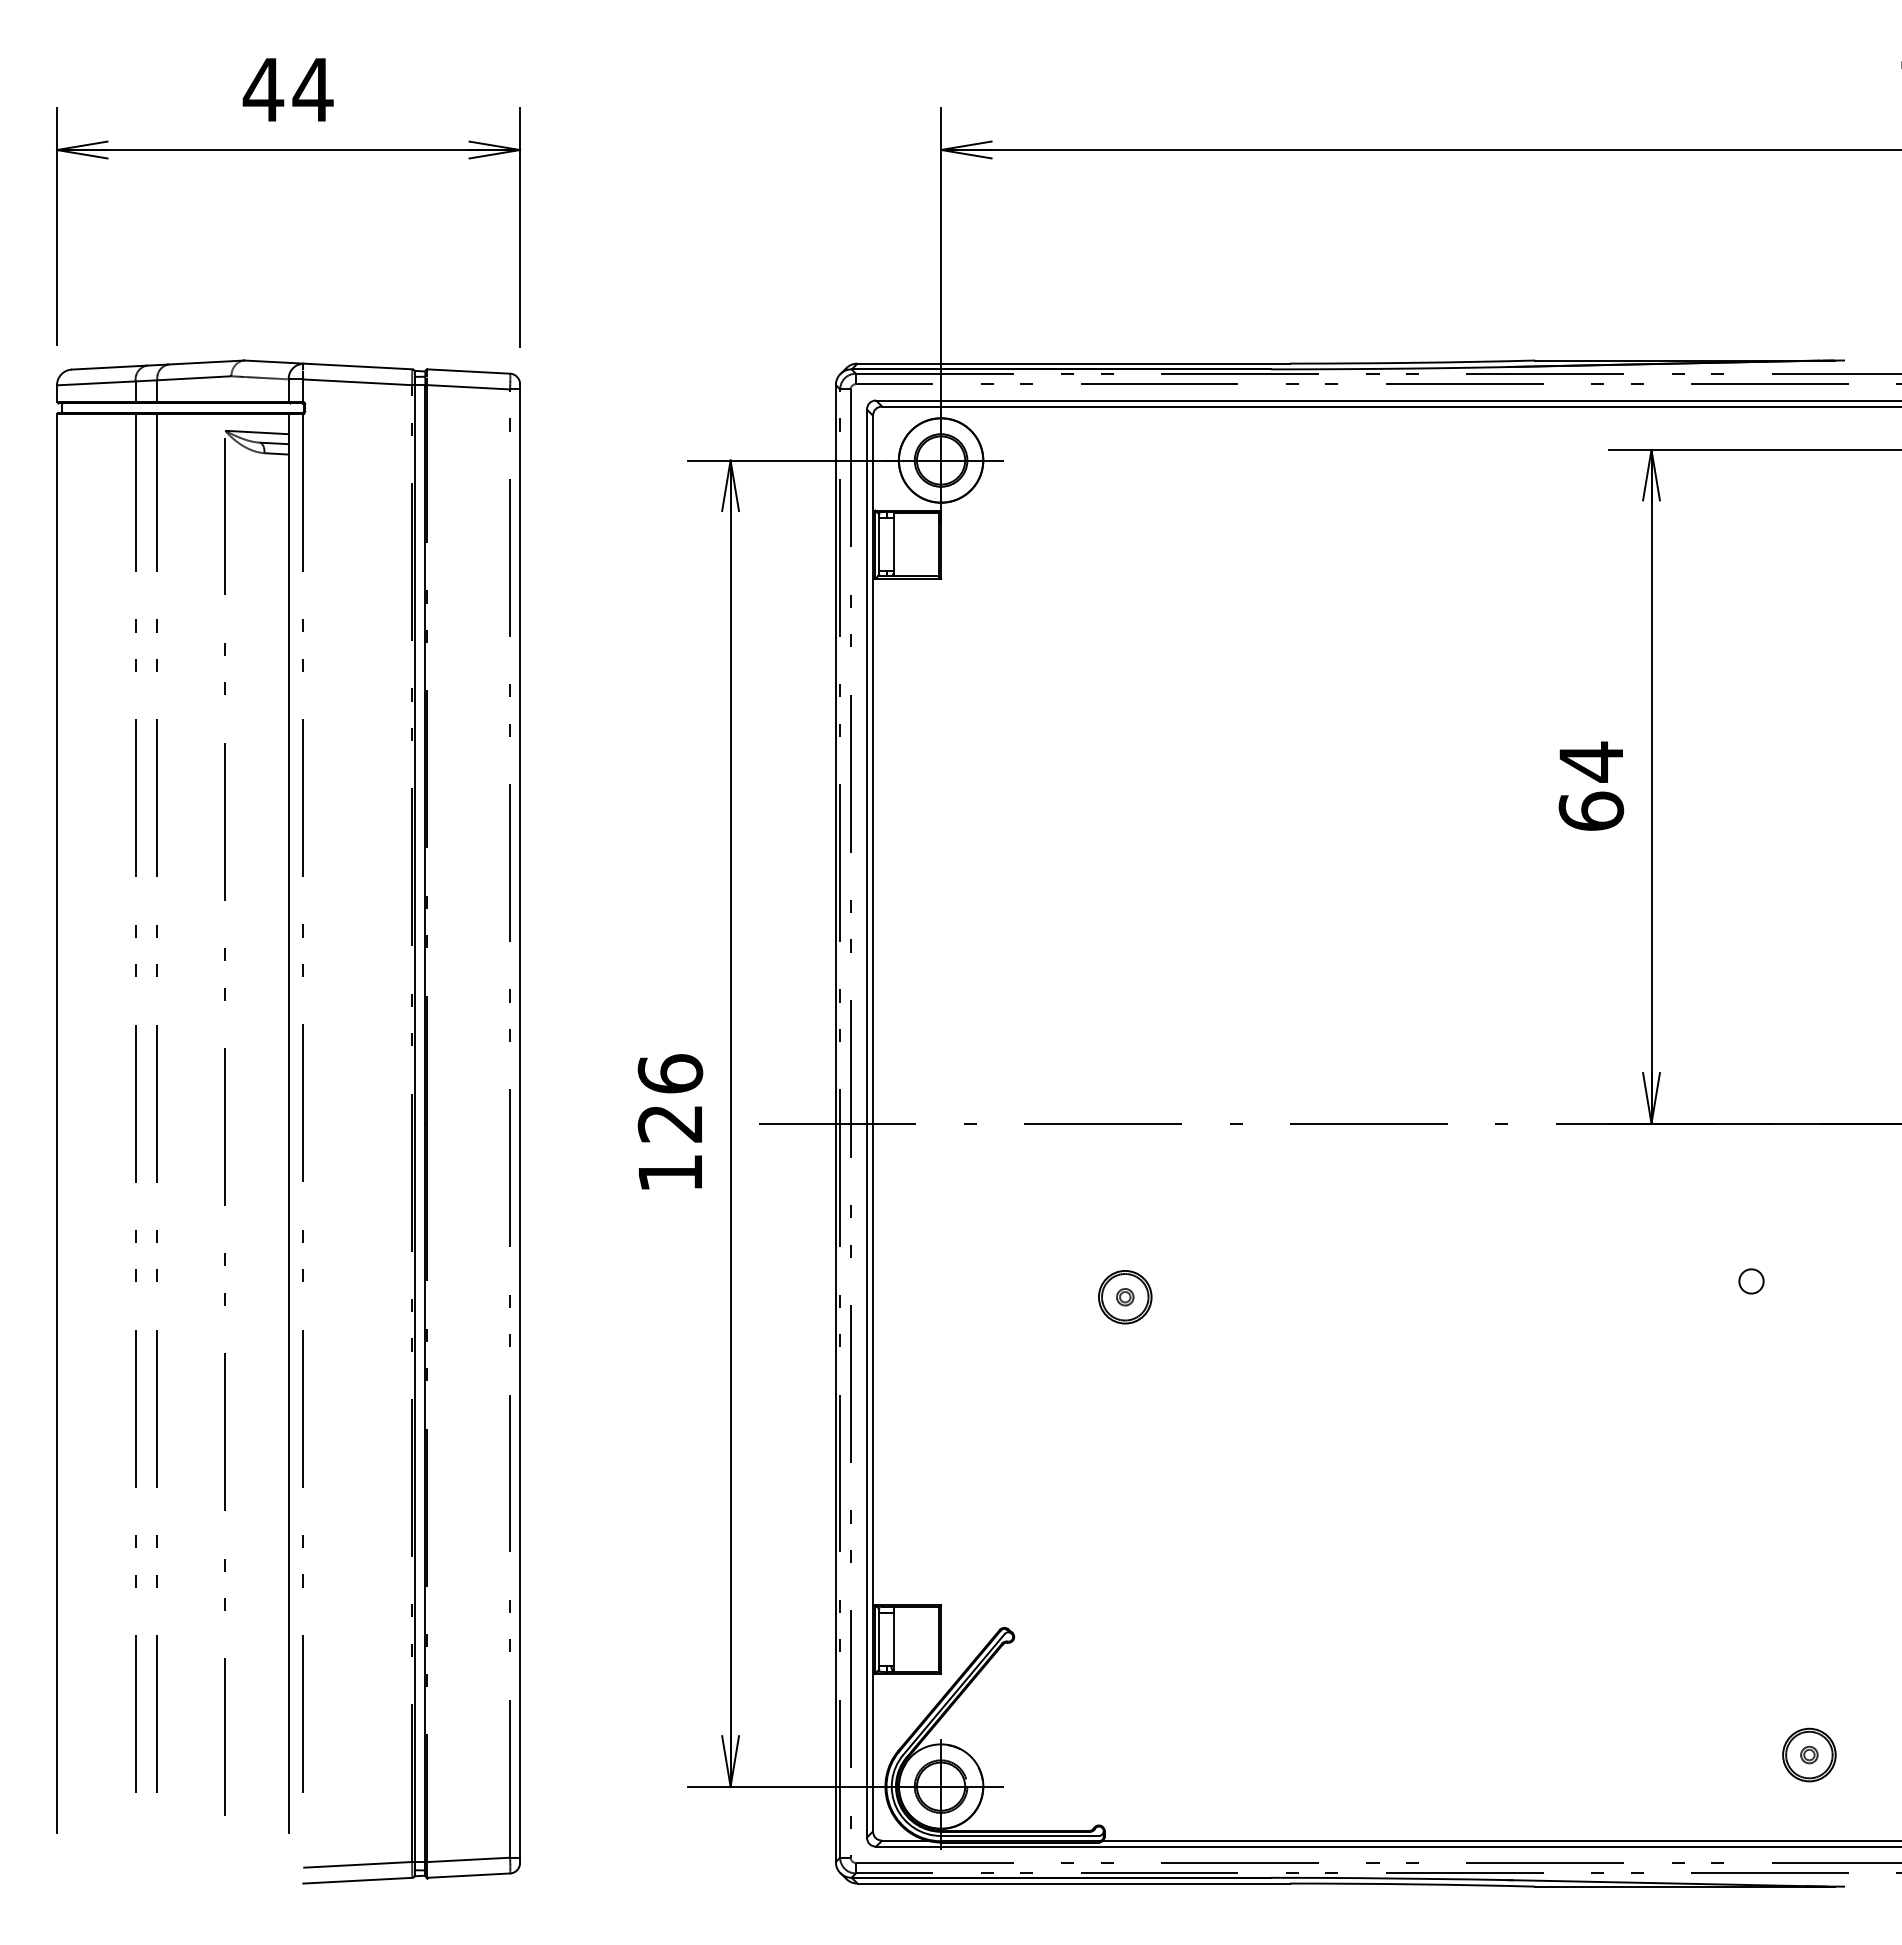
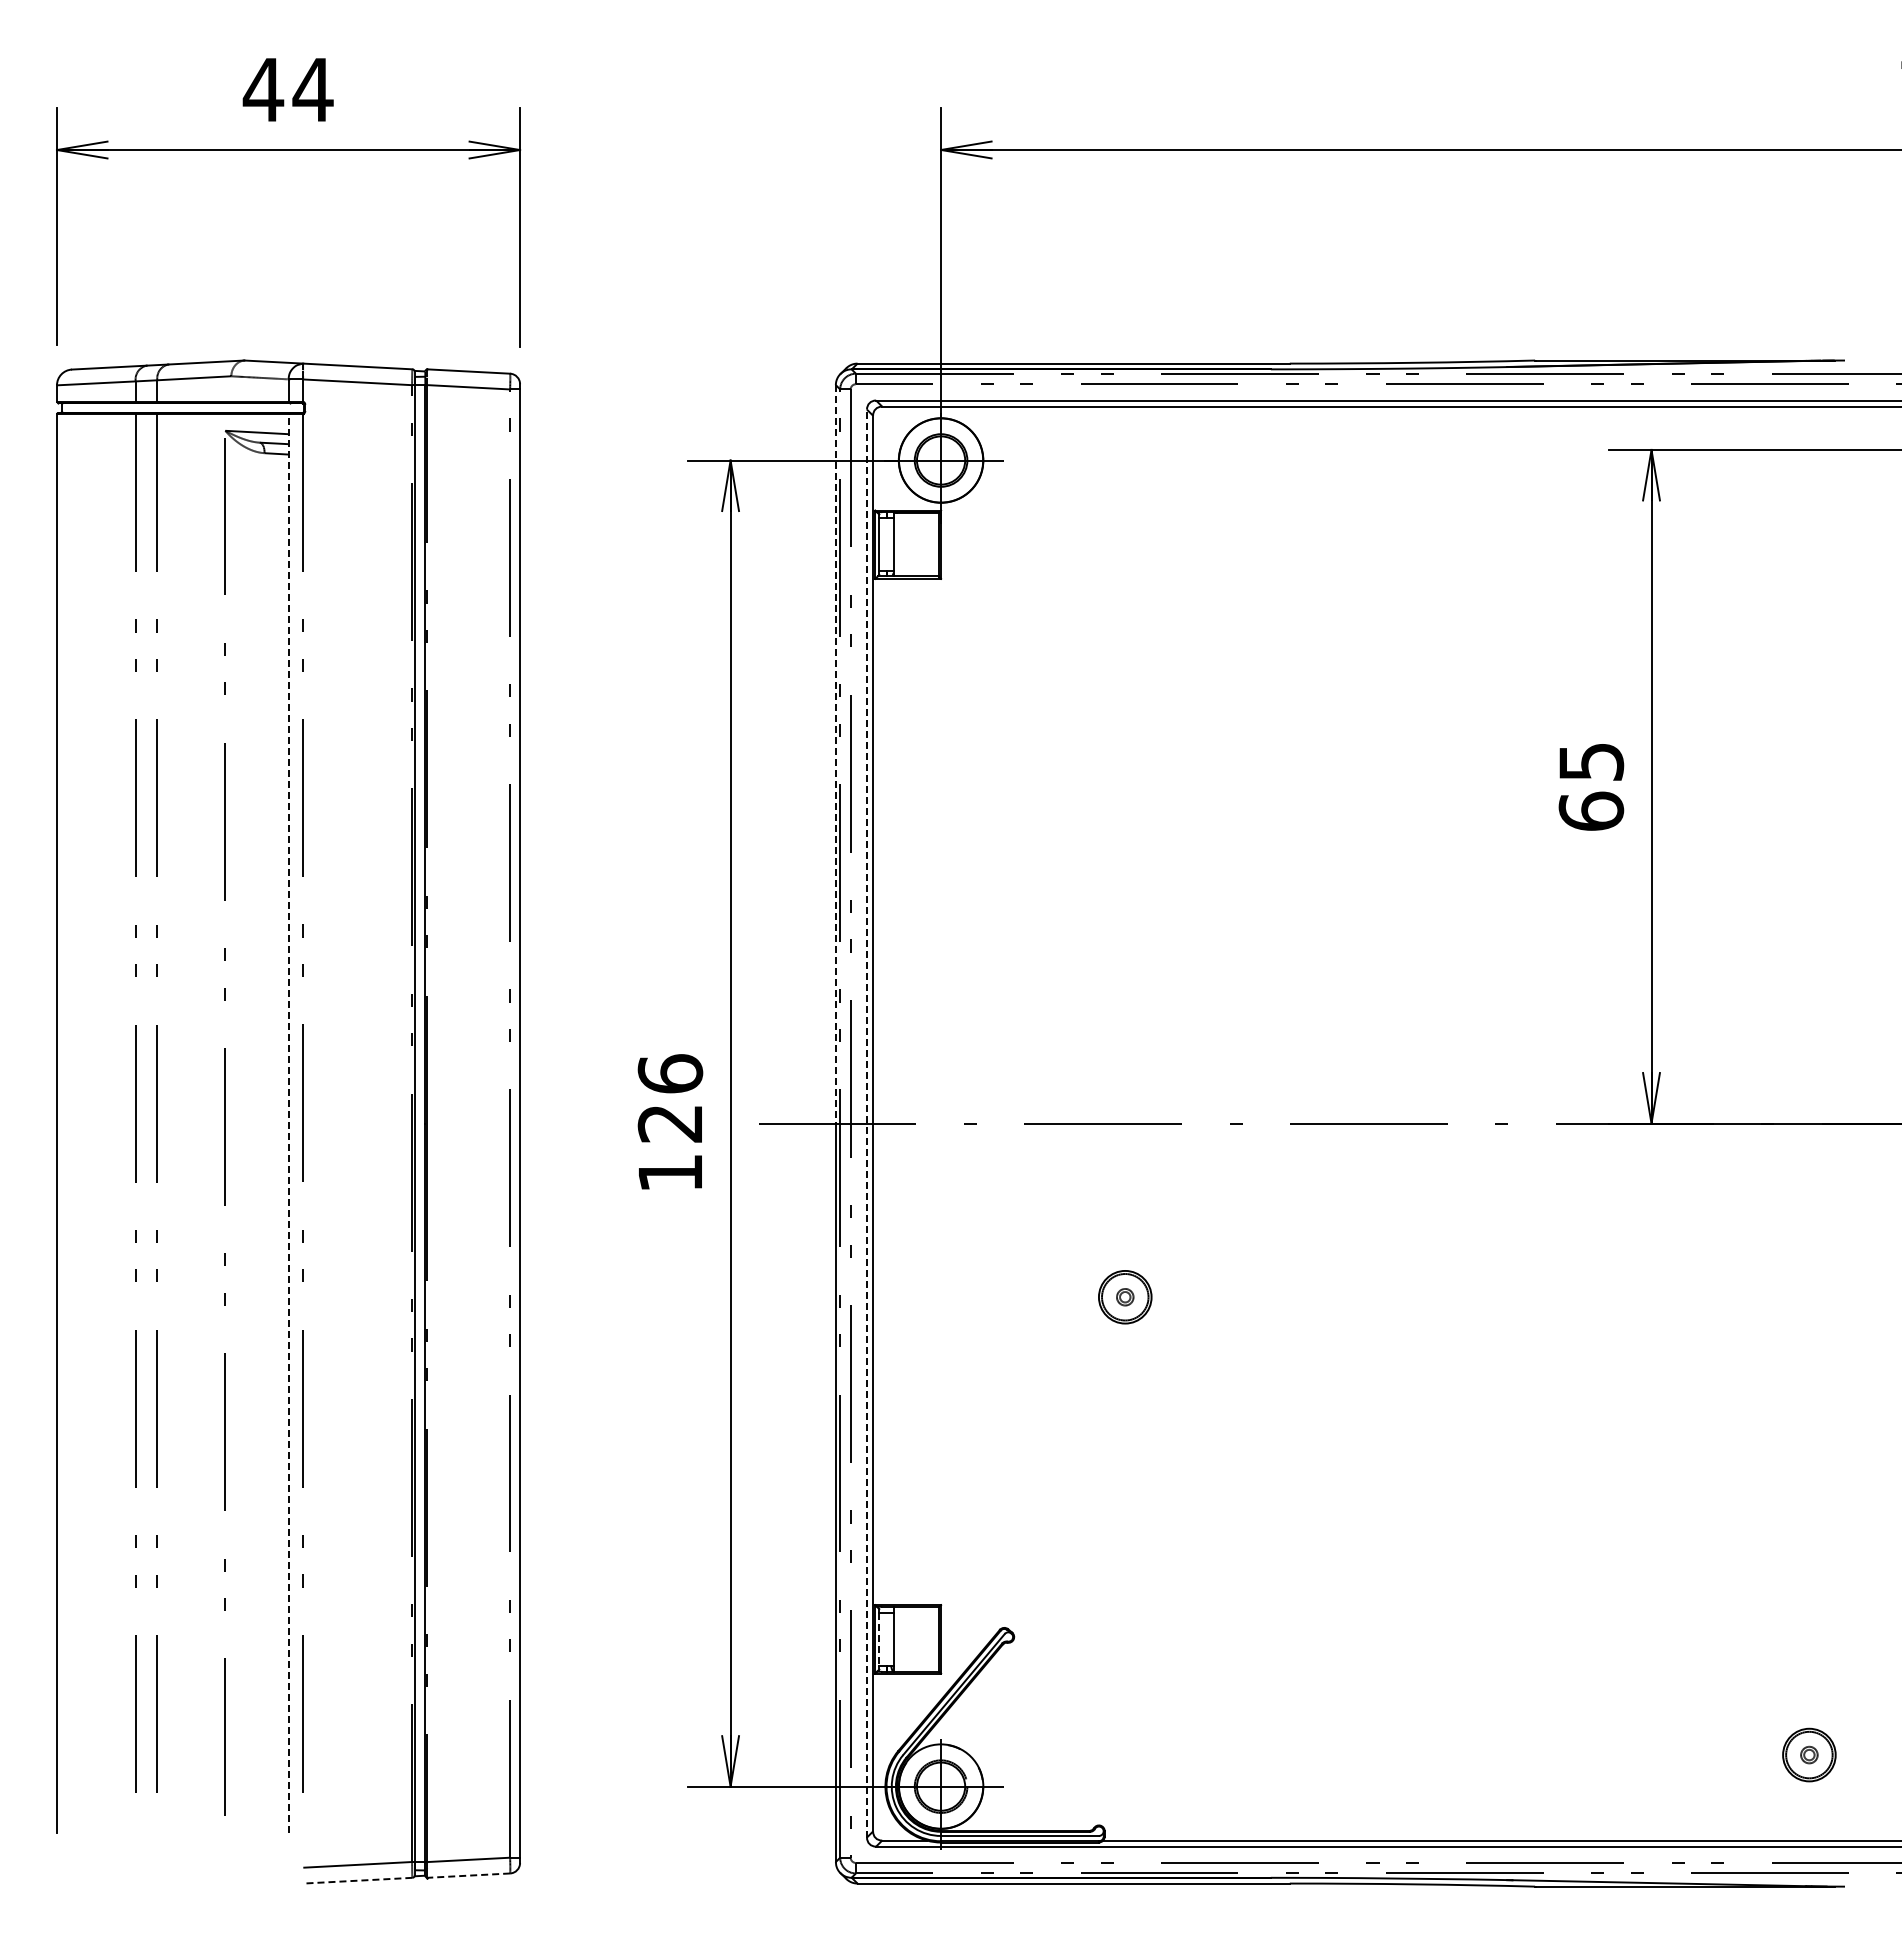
line at (835, 754): solid -> dashed
text at (1591, 761): 64 -> 65
line at (288, 1123): solid -> dashed
line at (867, 1123): solid -> dashed
circle at (1751, 1281): present -> none
line at (879, 1639): solid -> dashed
line at (468, 1875): solid -> dashed
line at (357, 1880): solid -> dashed
